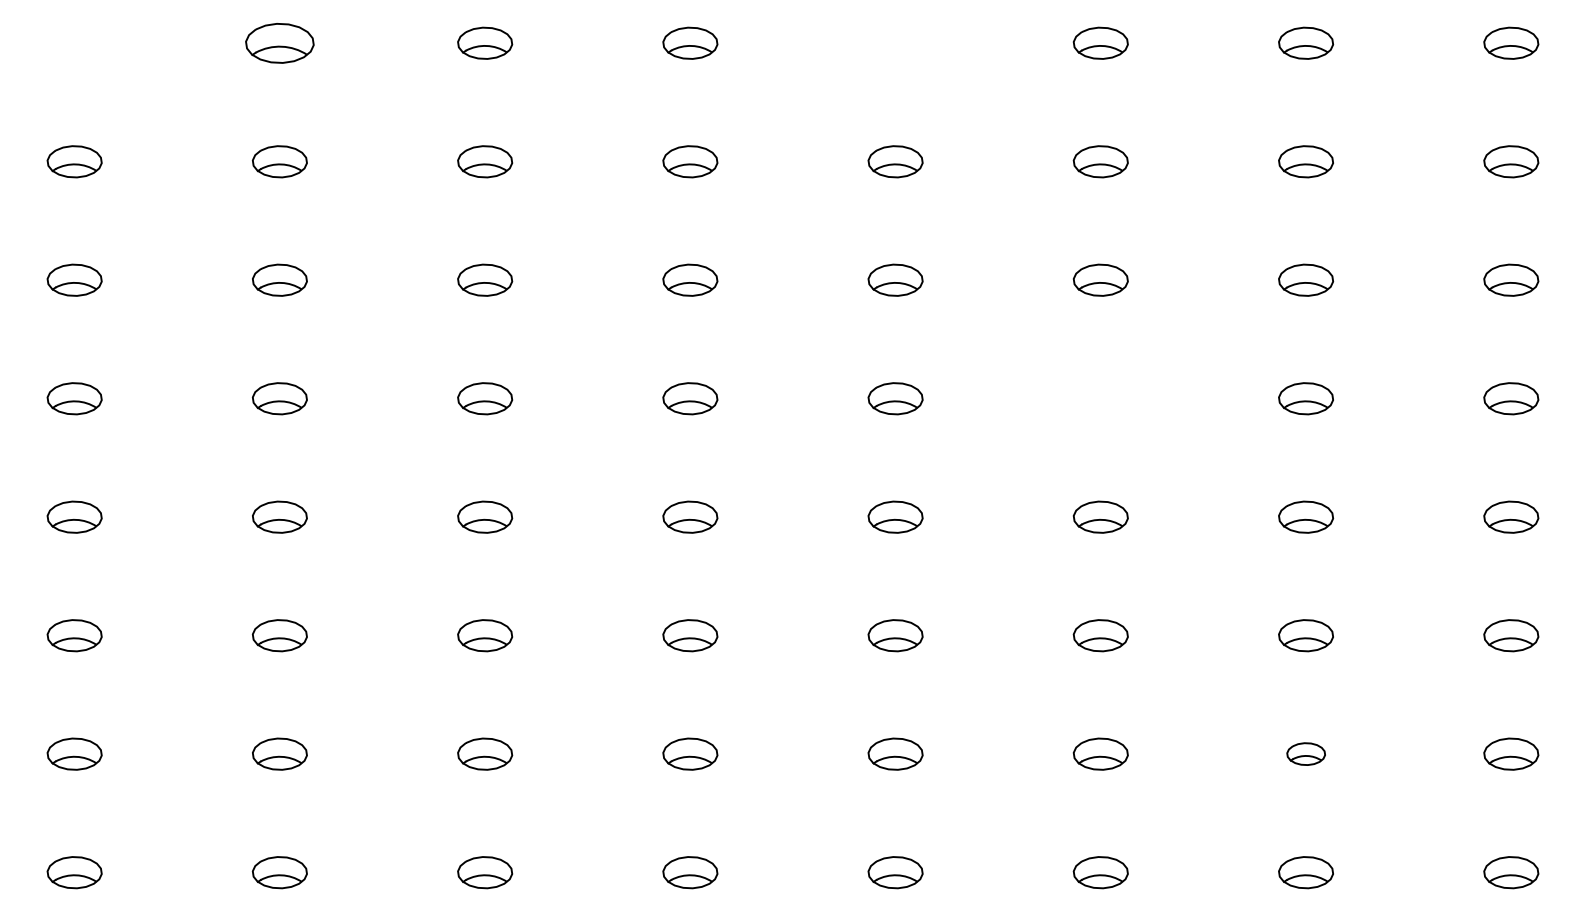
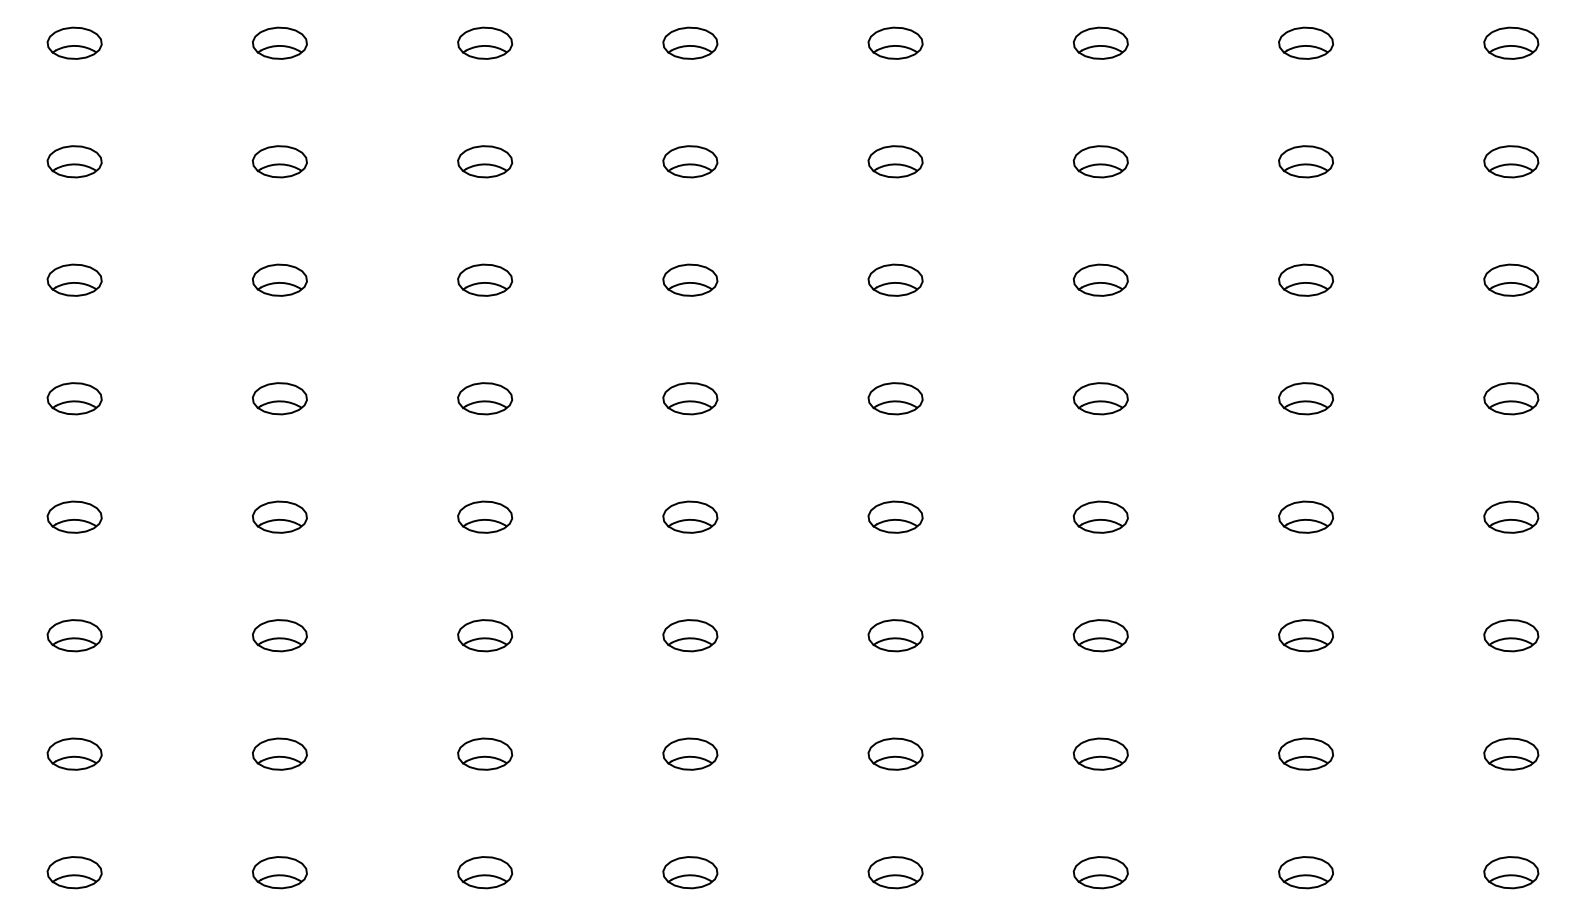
part at (74, 42): none -> present
part at (895, 42): none -> present
part at (279, 43) size: 70x41 px -> 56x34 px
part at (1100, 398): none -> present
part at (1305, 753) size: 40x24 px -> 57x34 px
